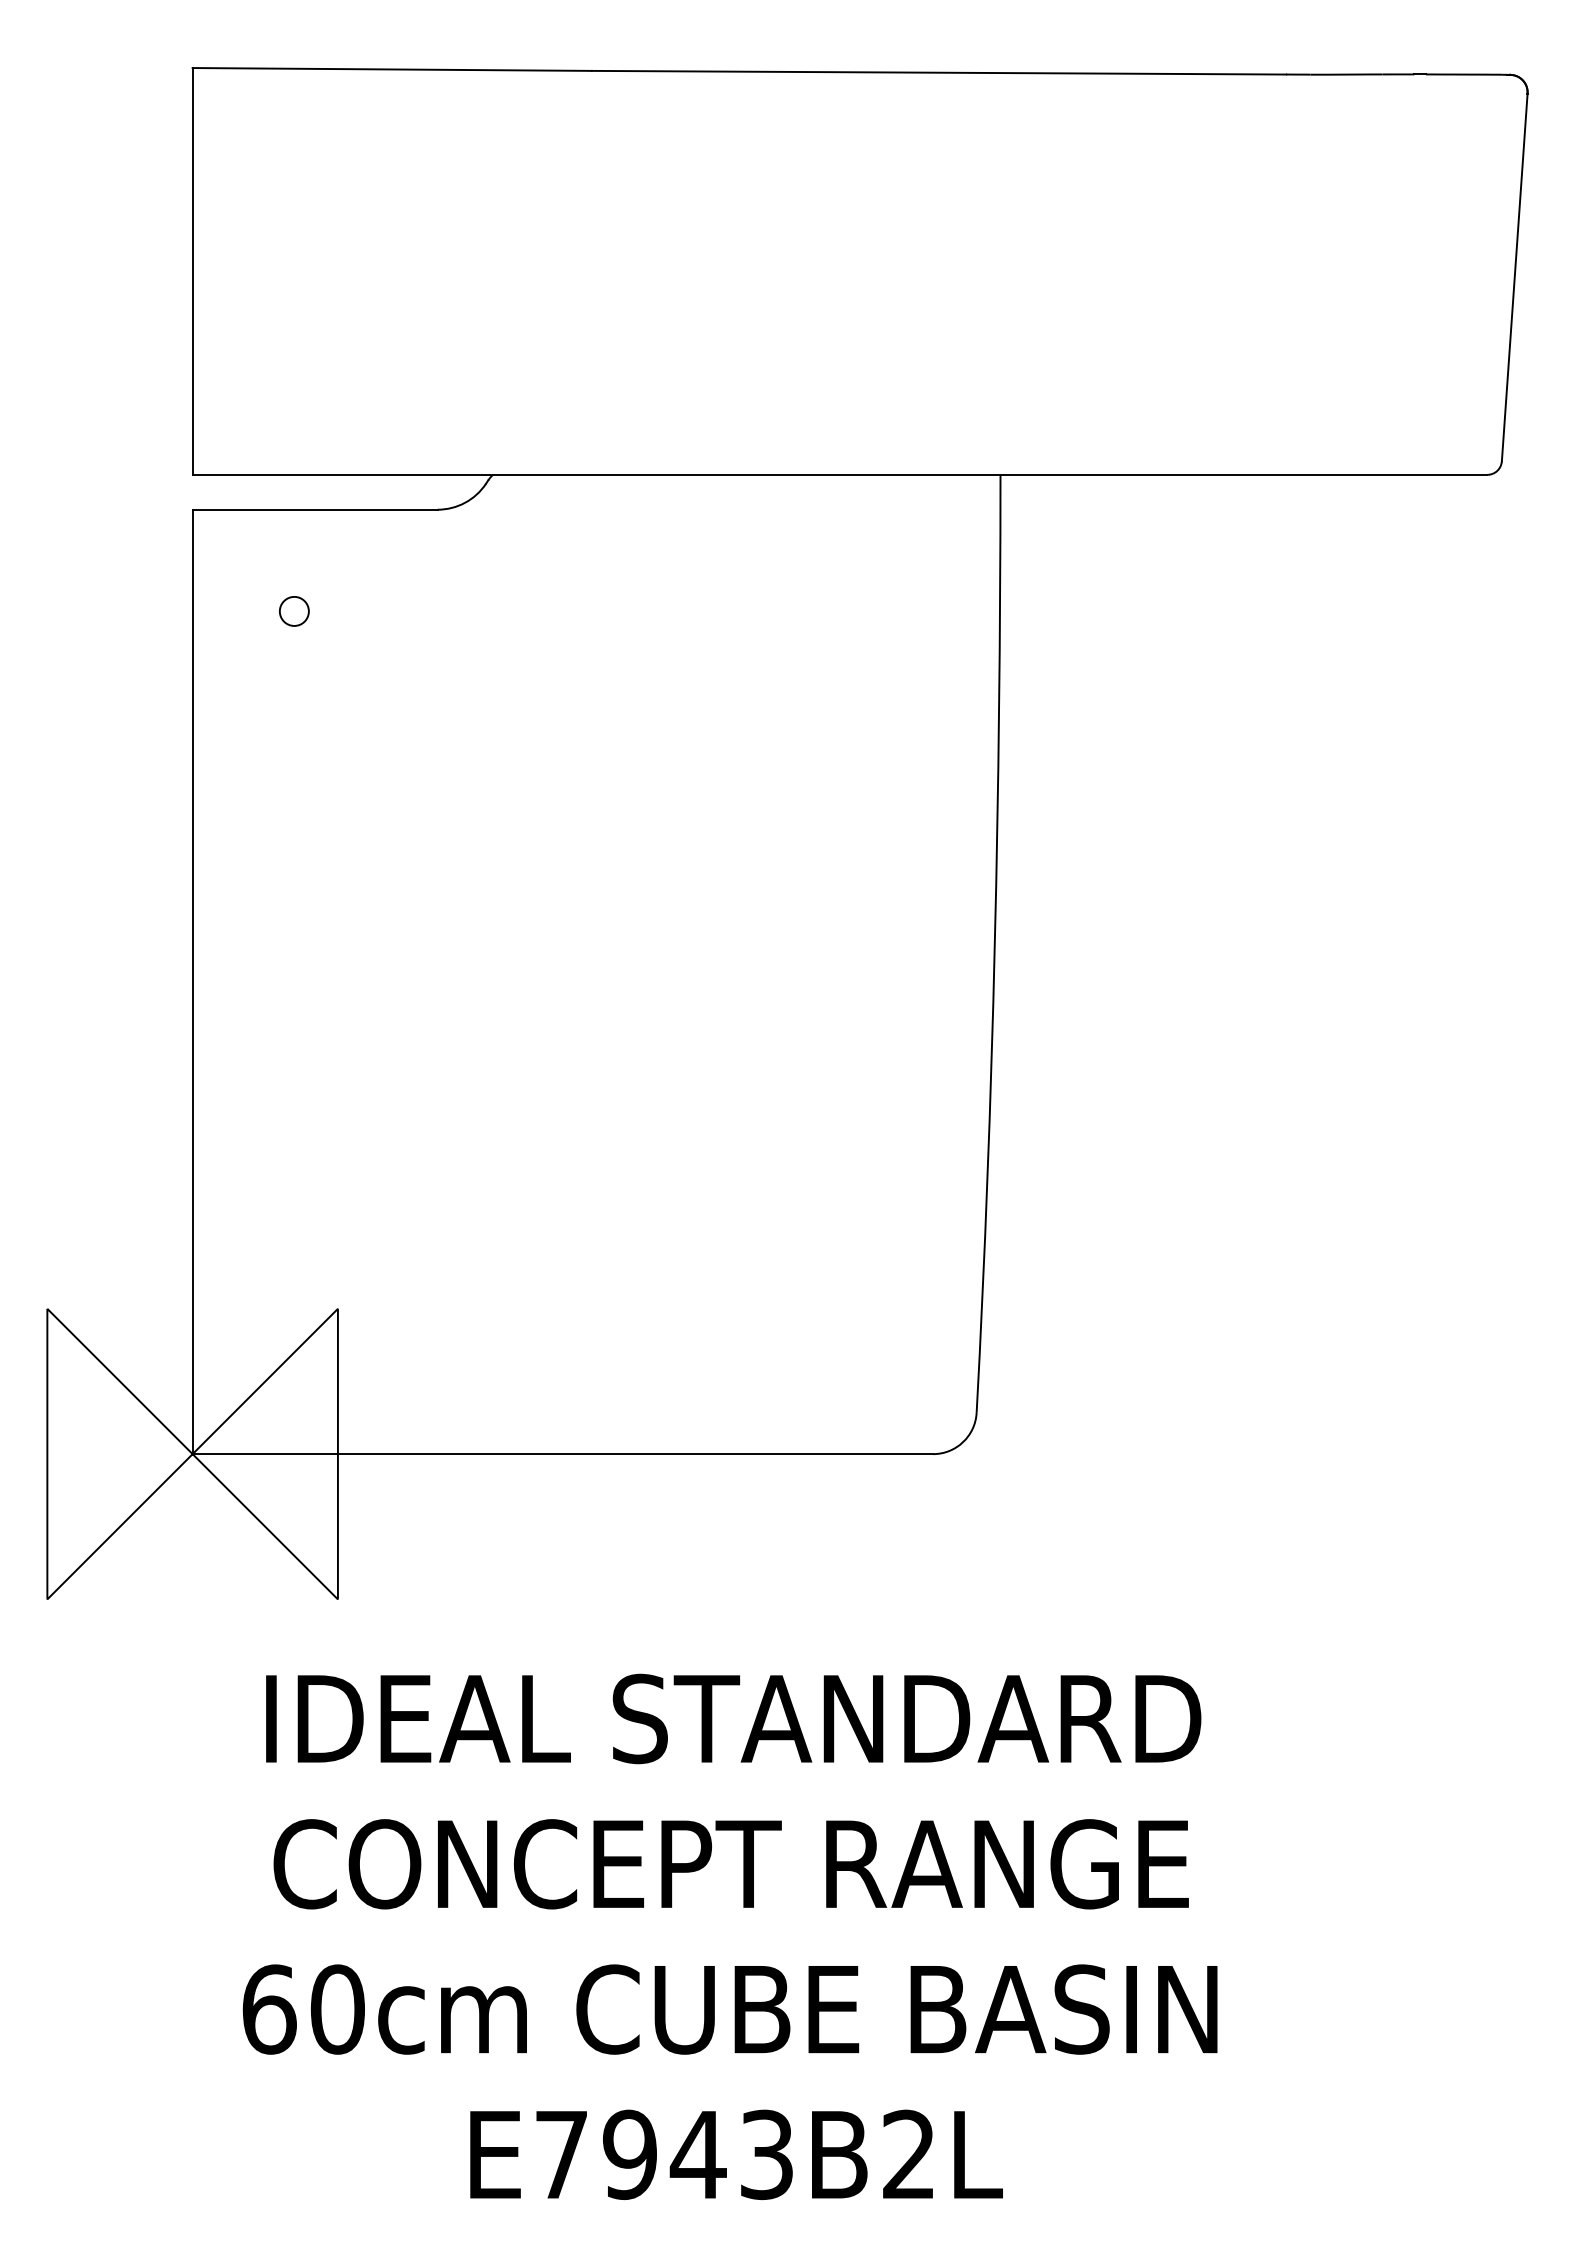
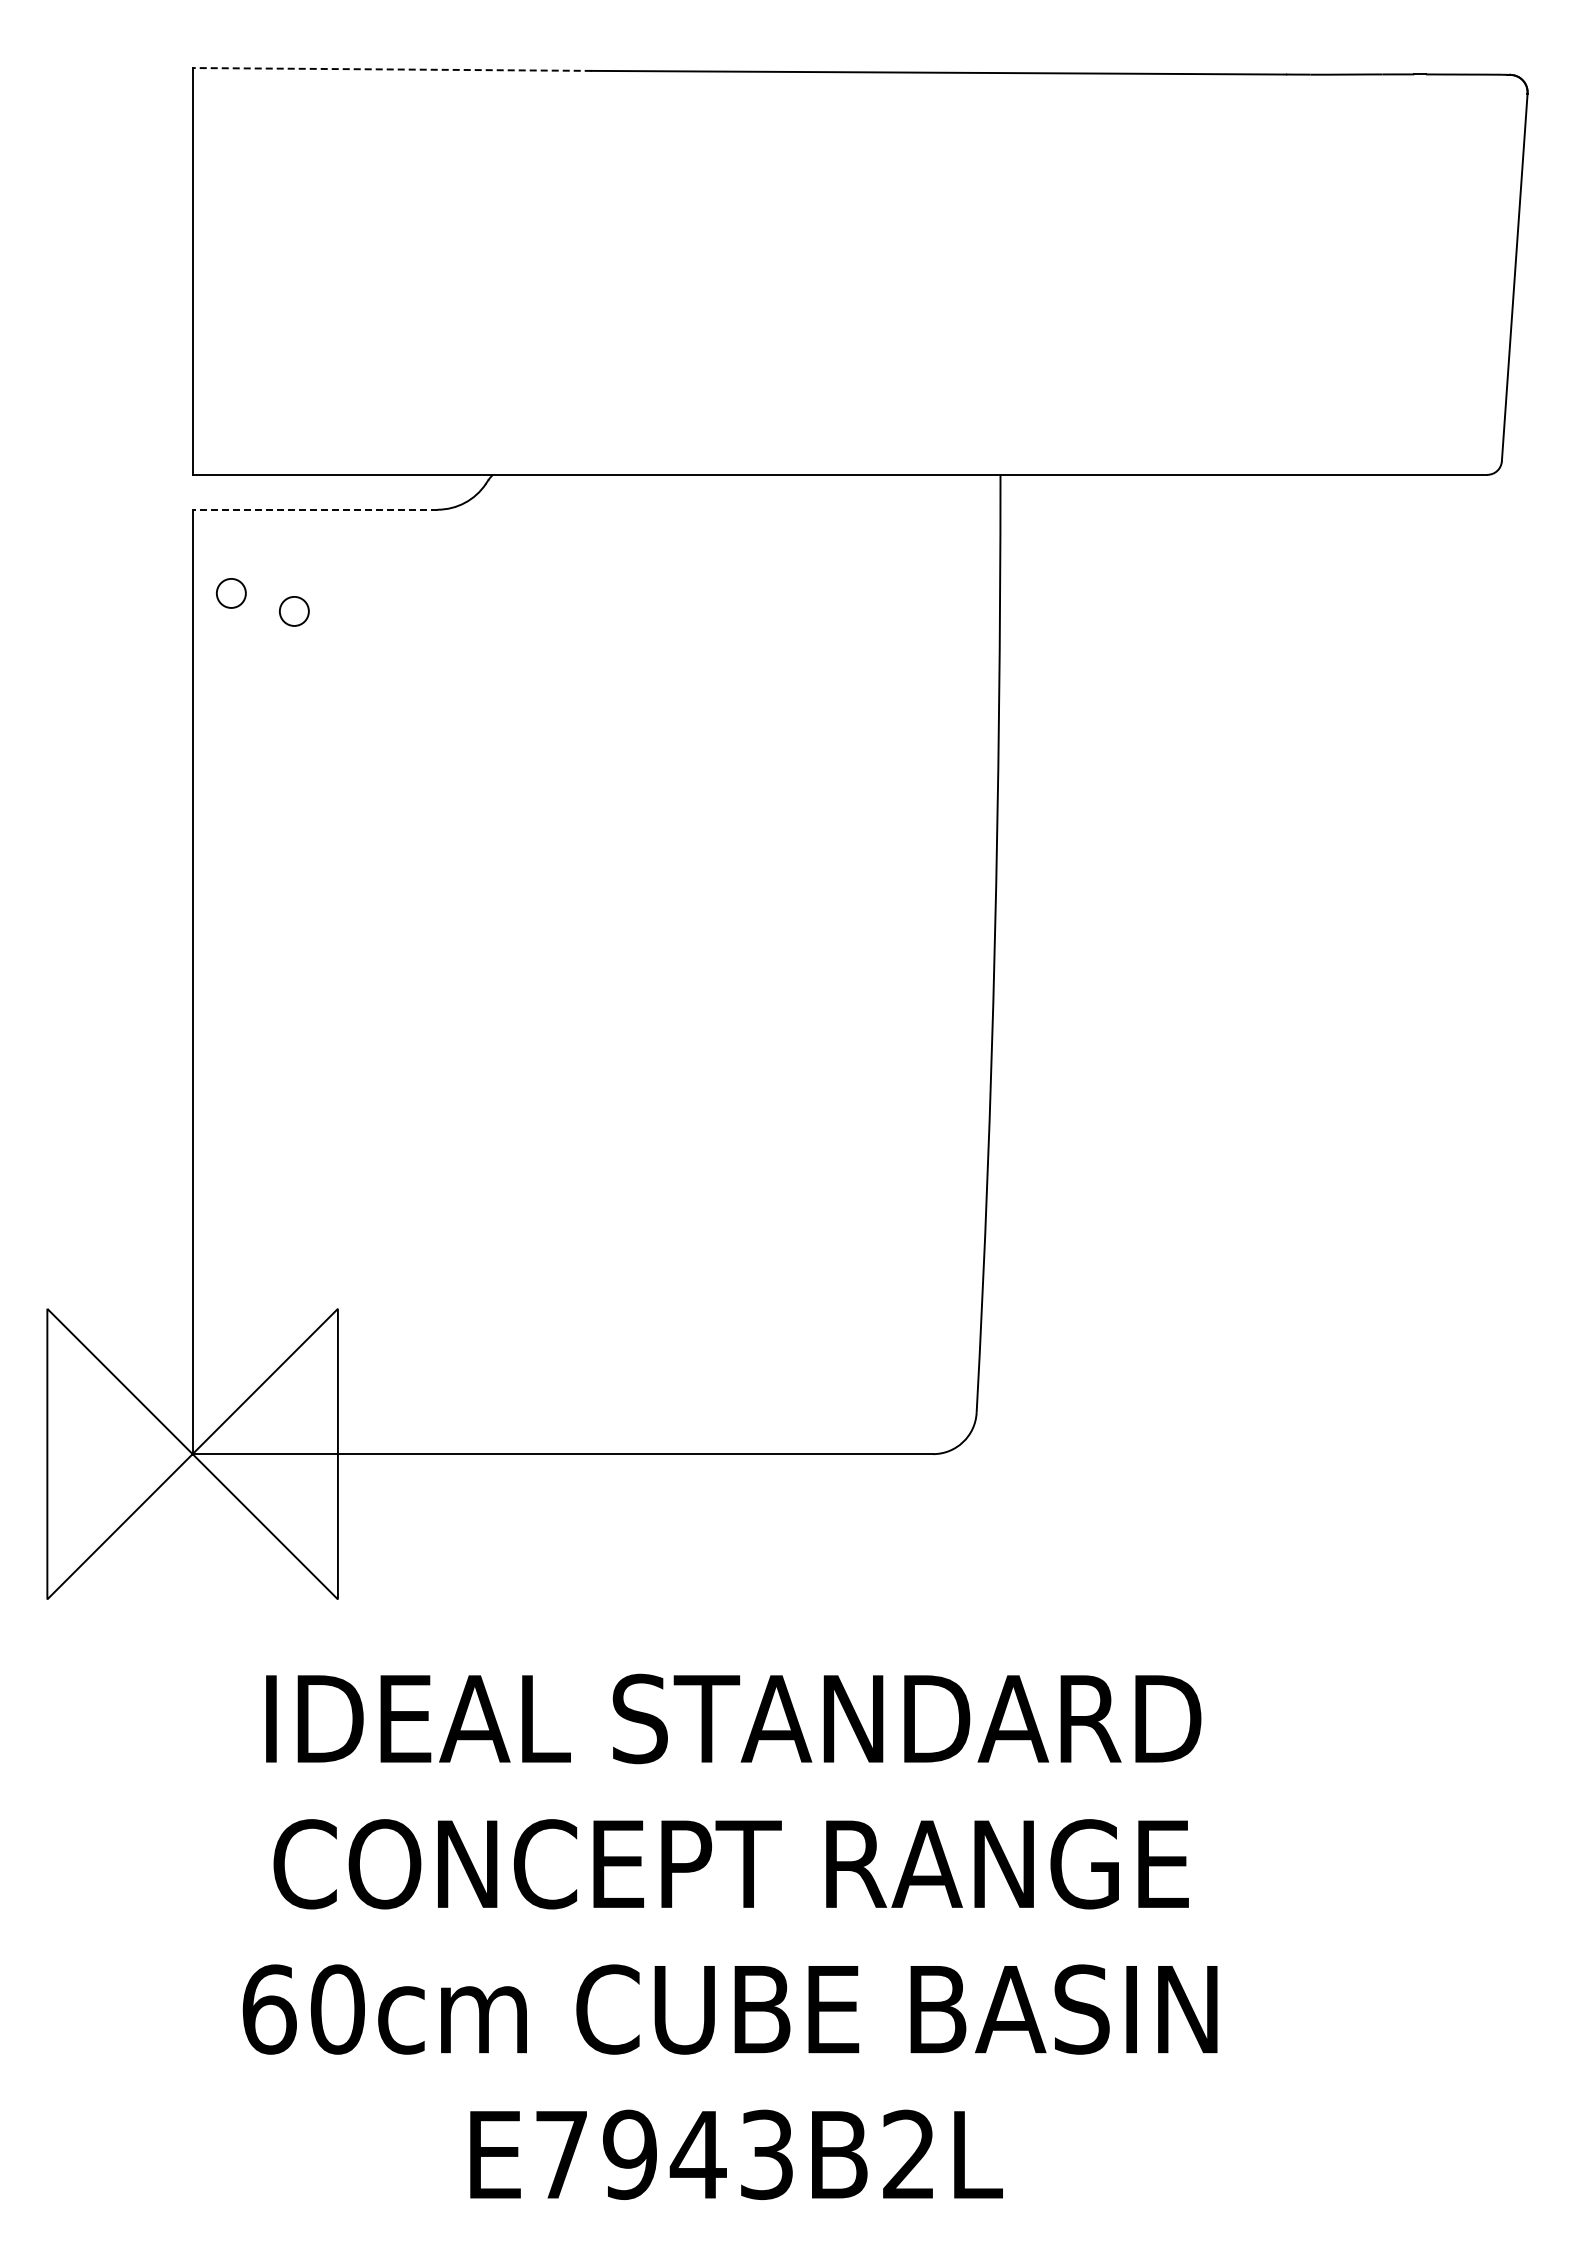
line at (392, 69): solid -> dashed
line at (314, 509): solid -> dashed
circle at (231, 593): none -> present
